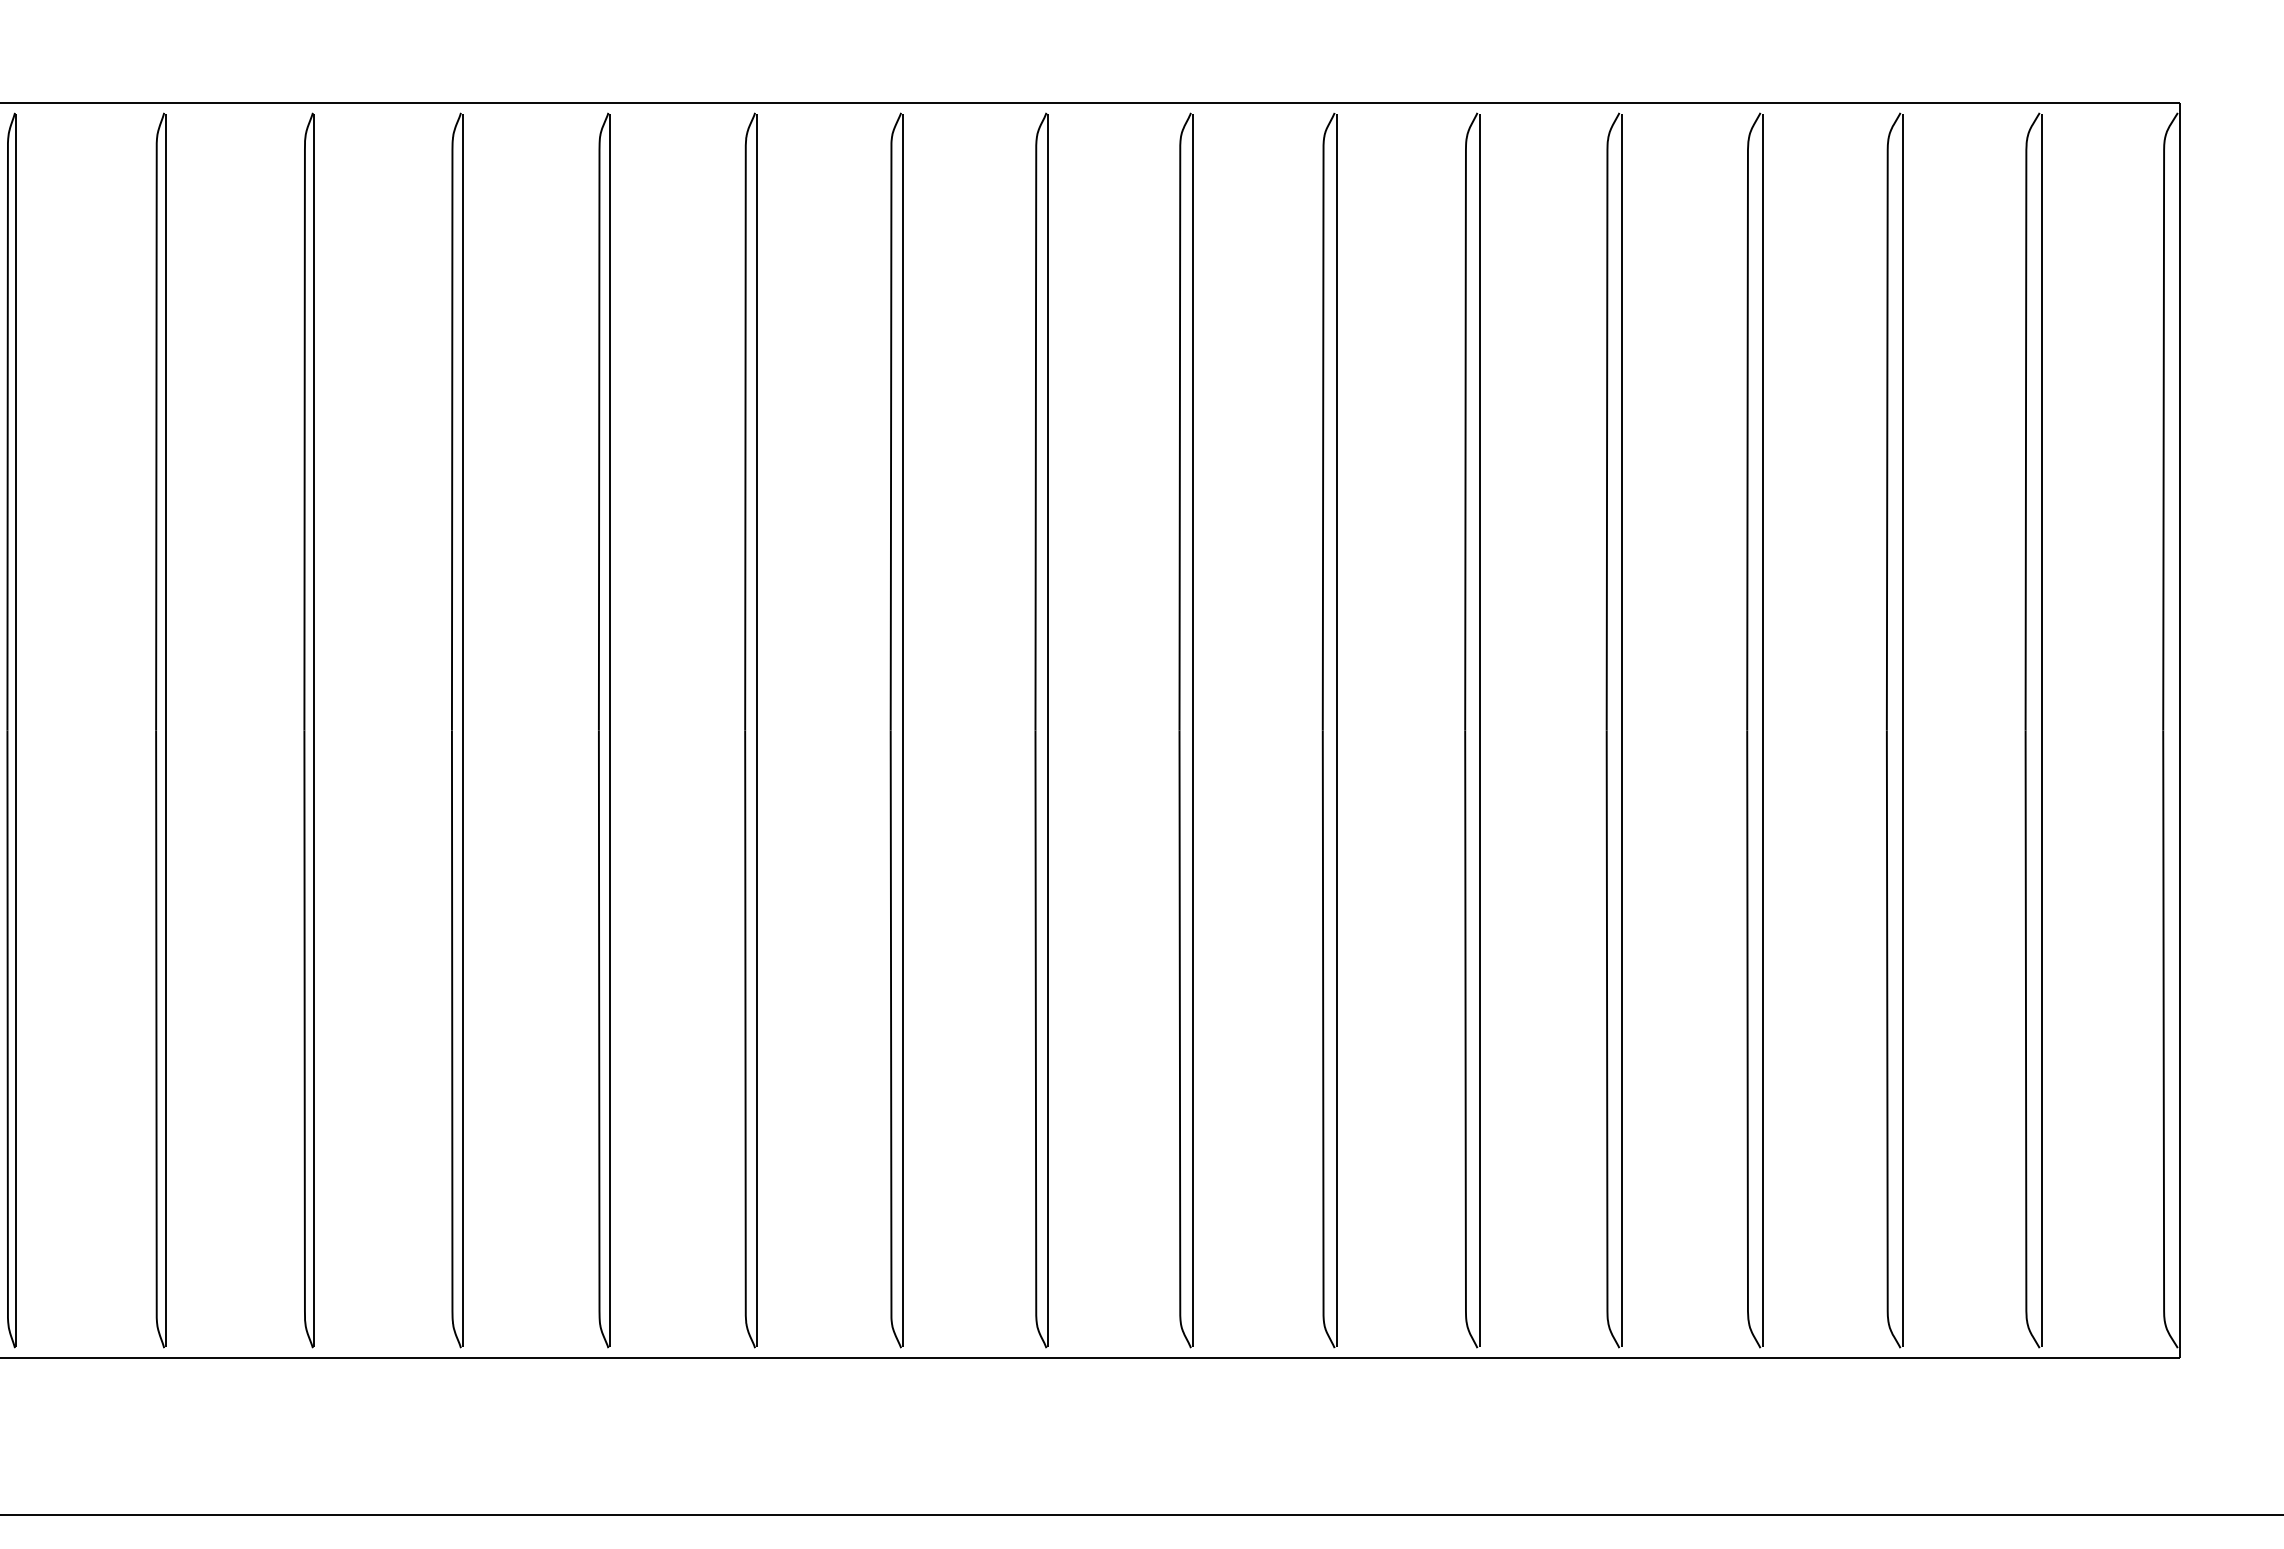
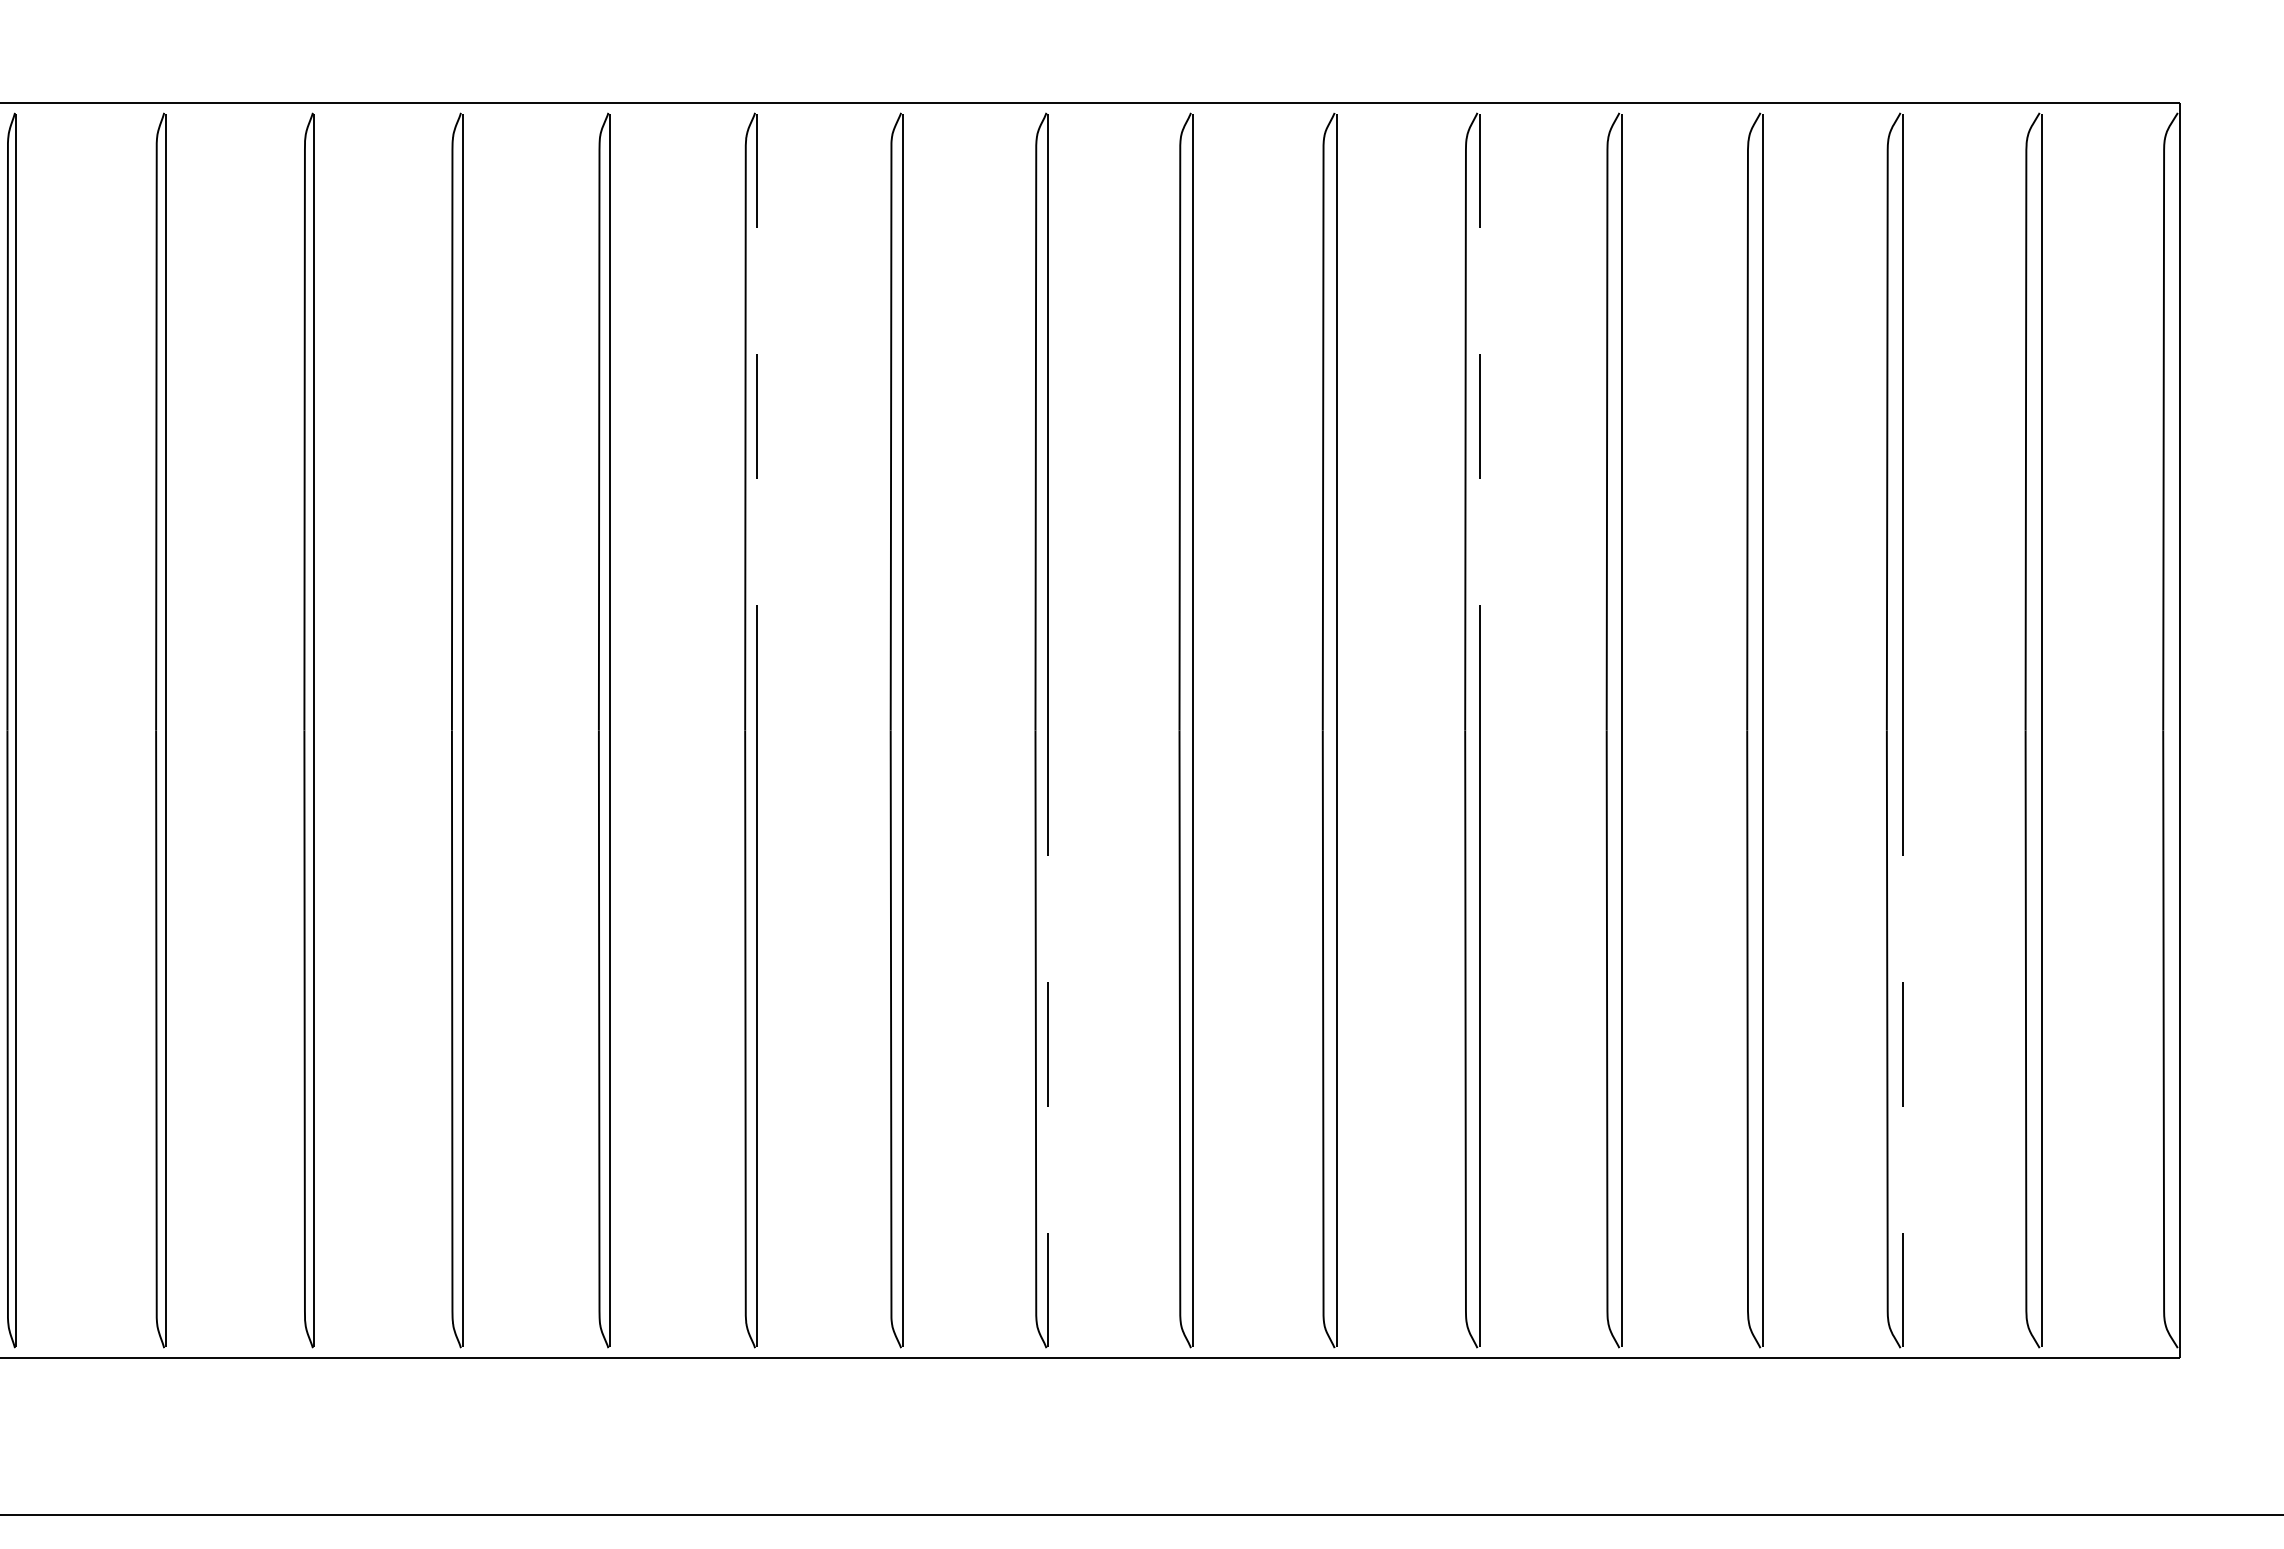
line at (756, 421): solid -> dashed
line at (1479, 421): solid -> dashed
line at (1048, 1039): solid -> dashed
line at (1902, 1039): solid -> dashed
